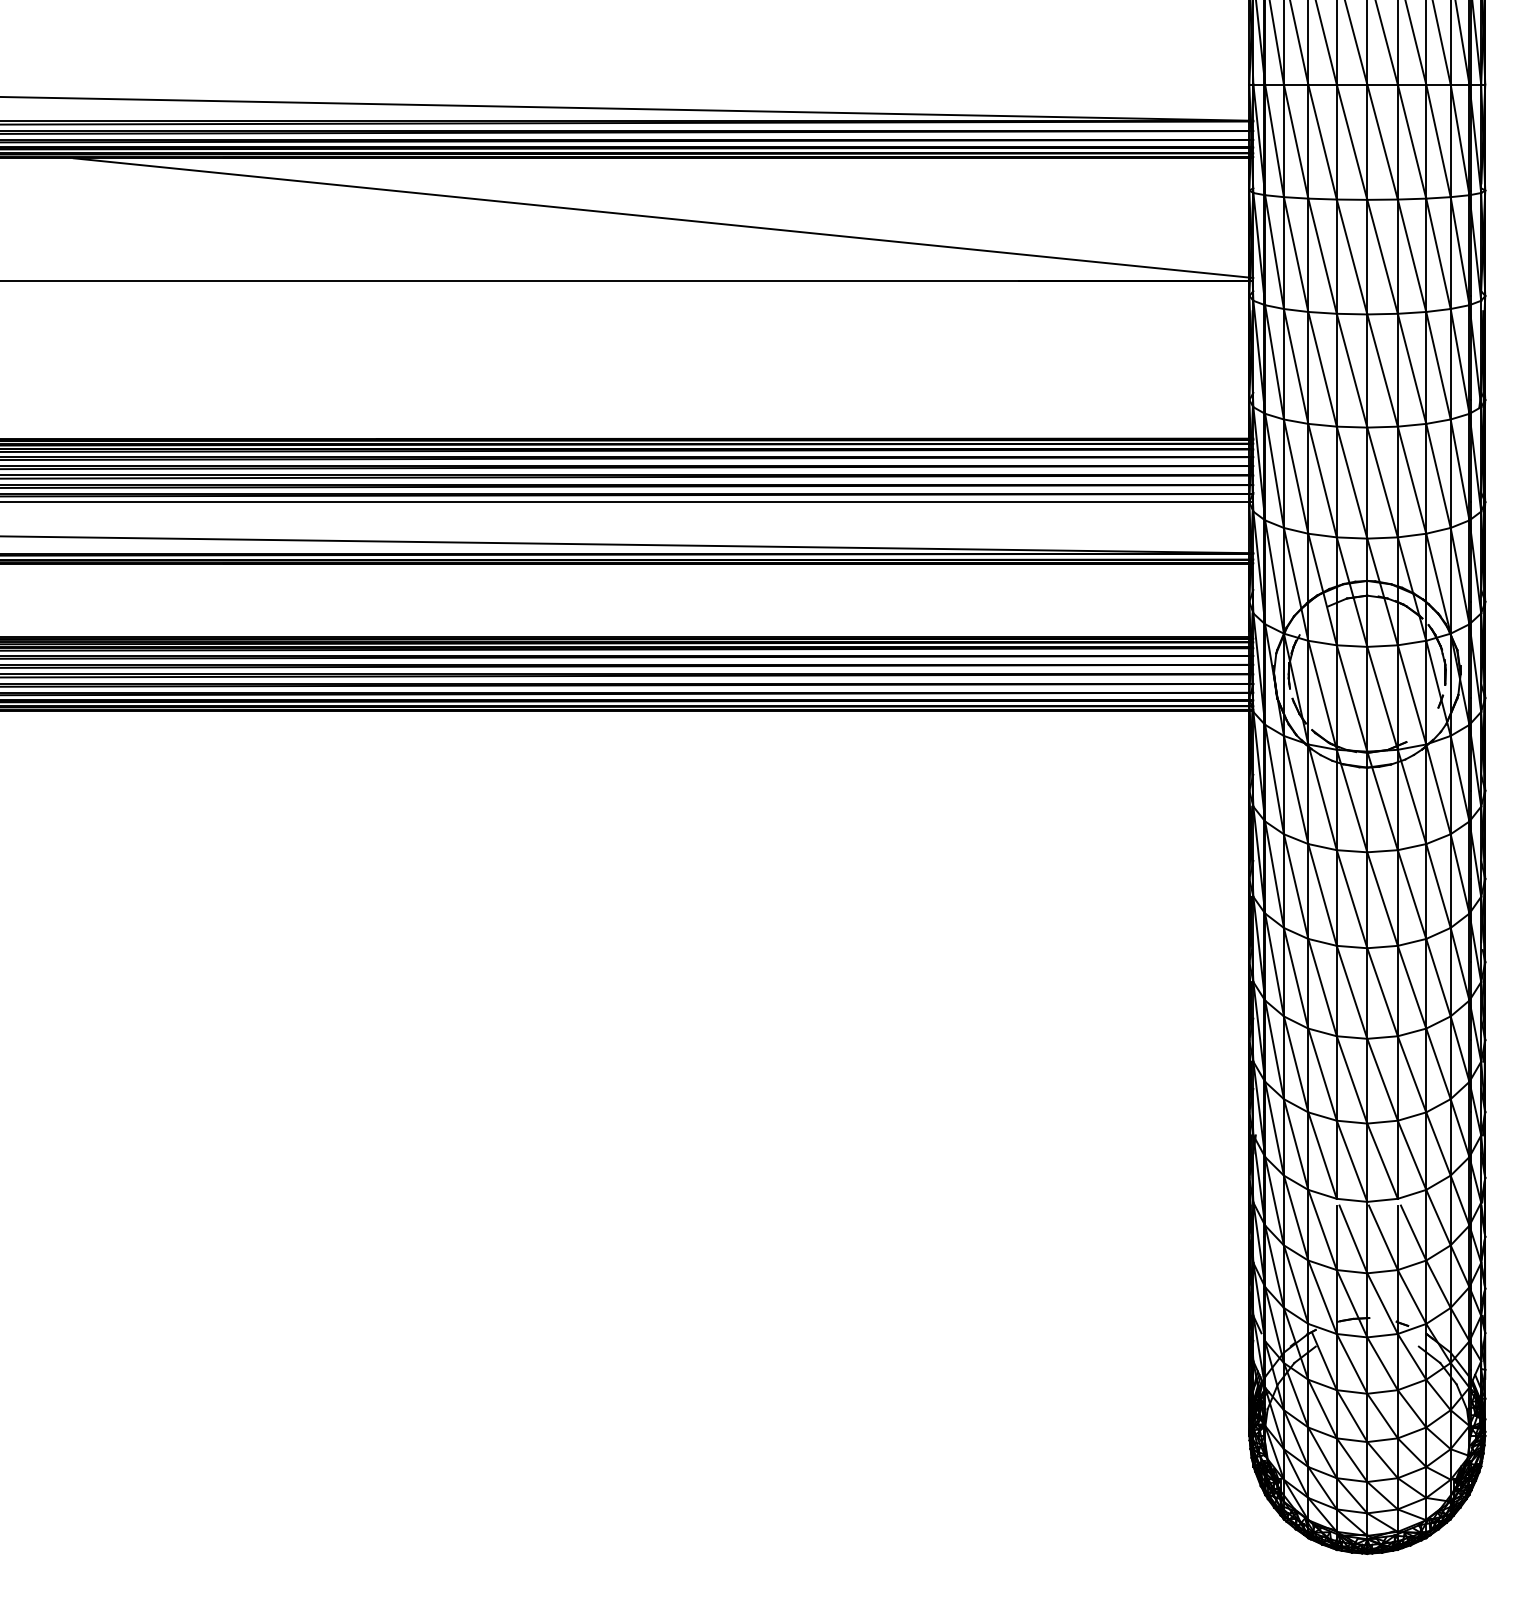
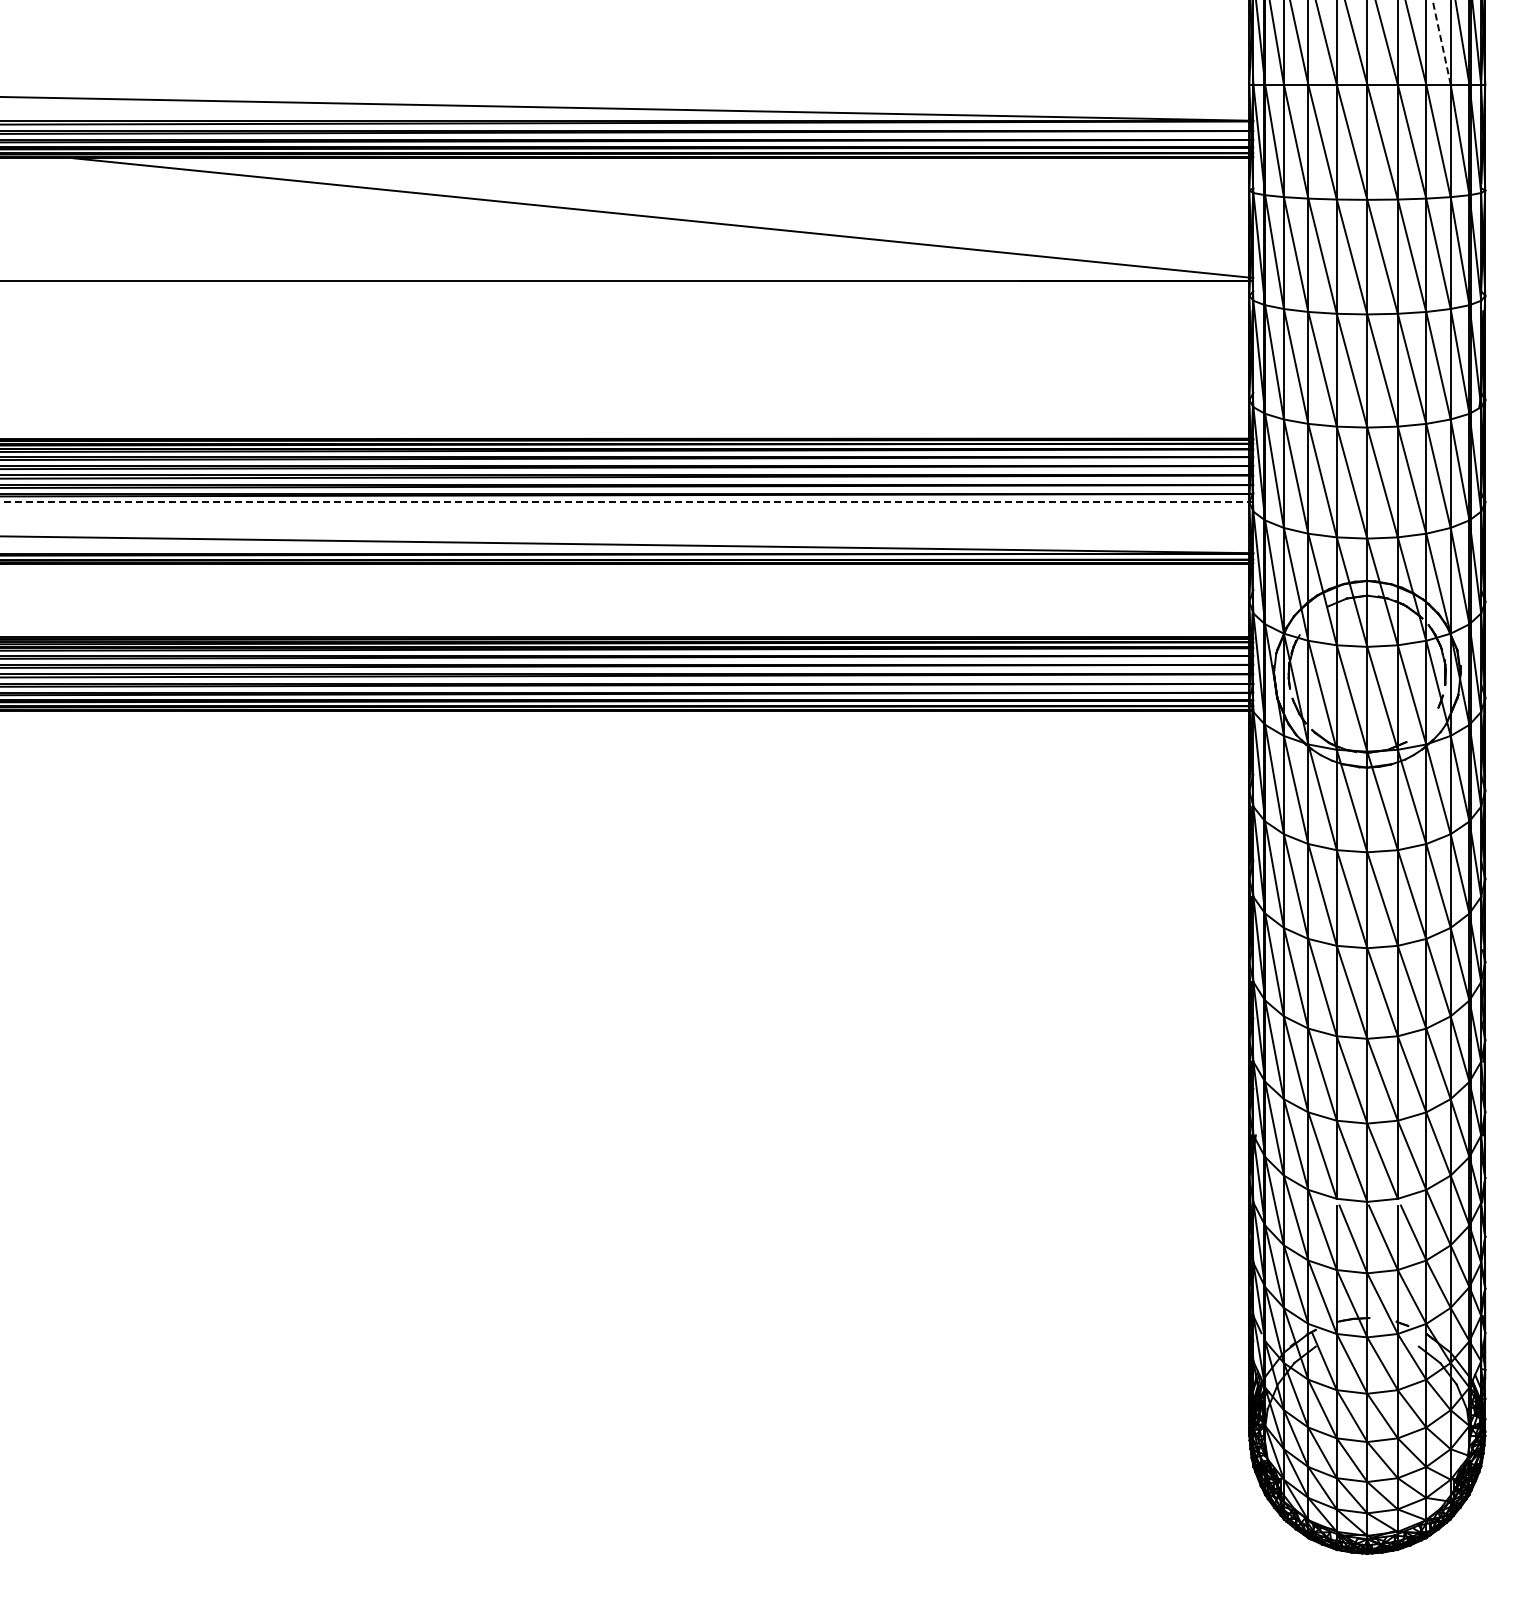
line at (1441, 42): solid -> dashed
line at (627, 501): solid -> dashed
